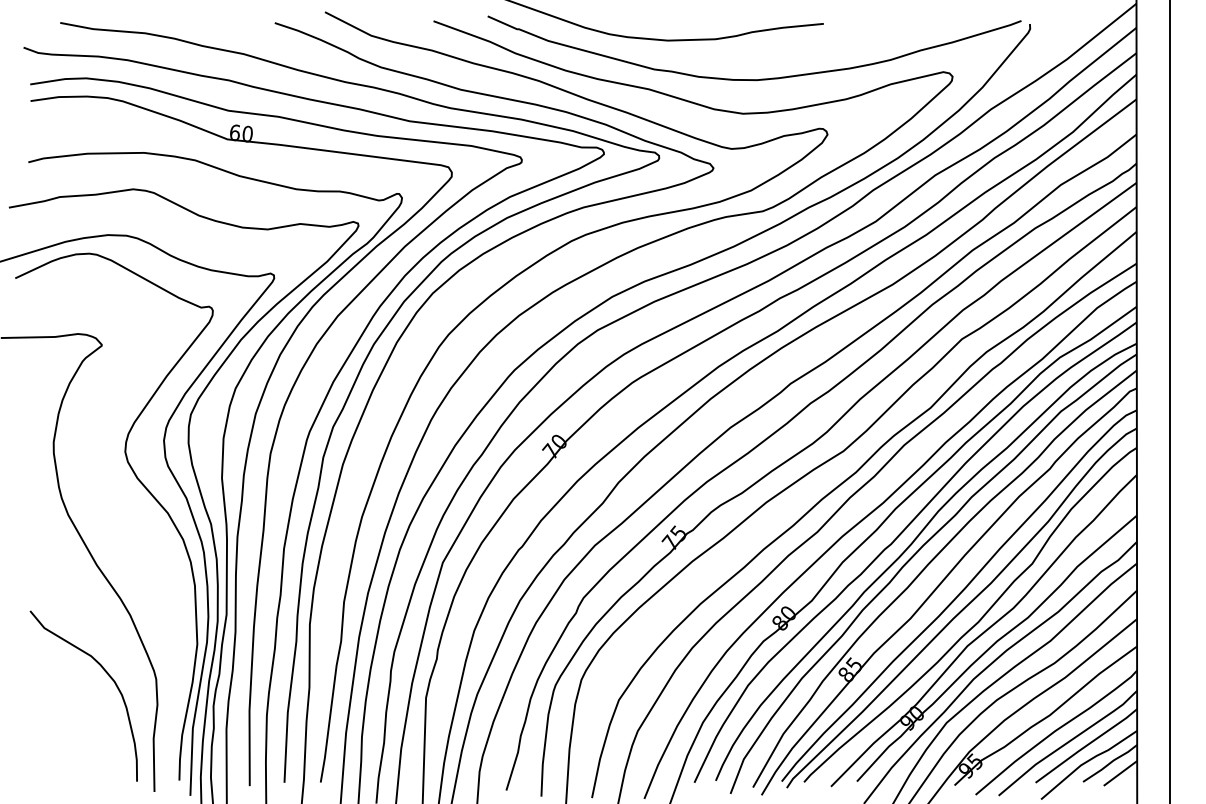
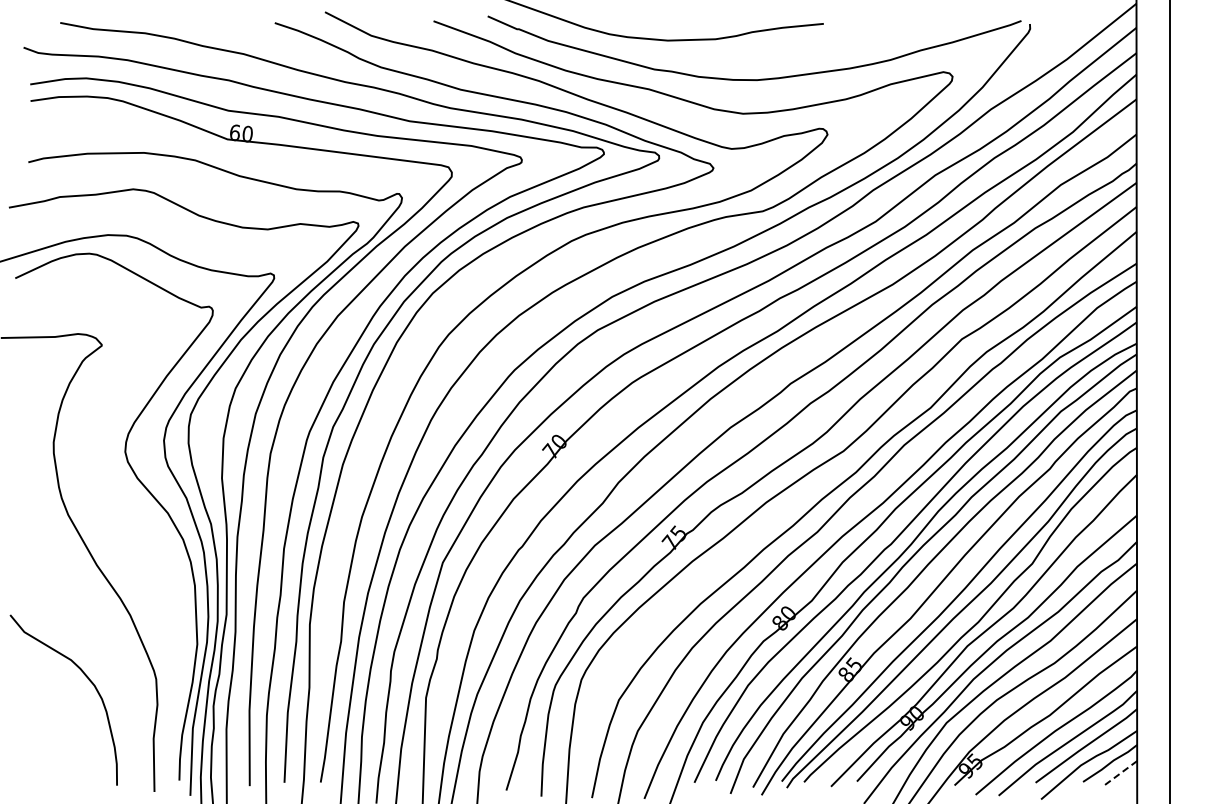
curve at (109, 677) position: (109, 677) -> (89, 681)
line at (1120, 773): solid -> dashed
